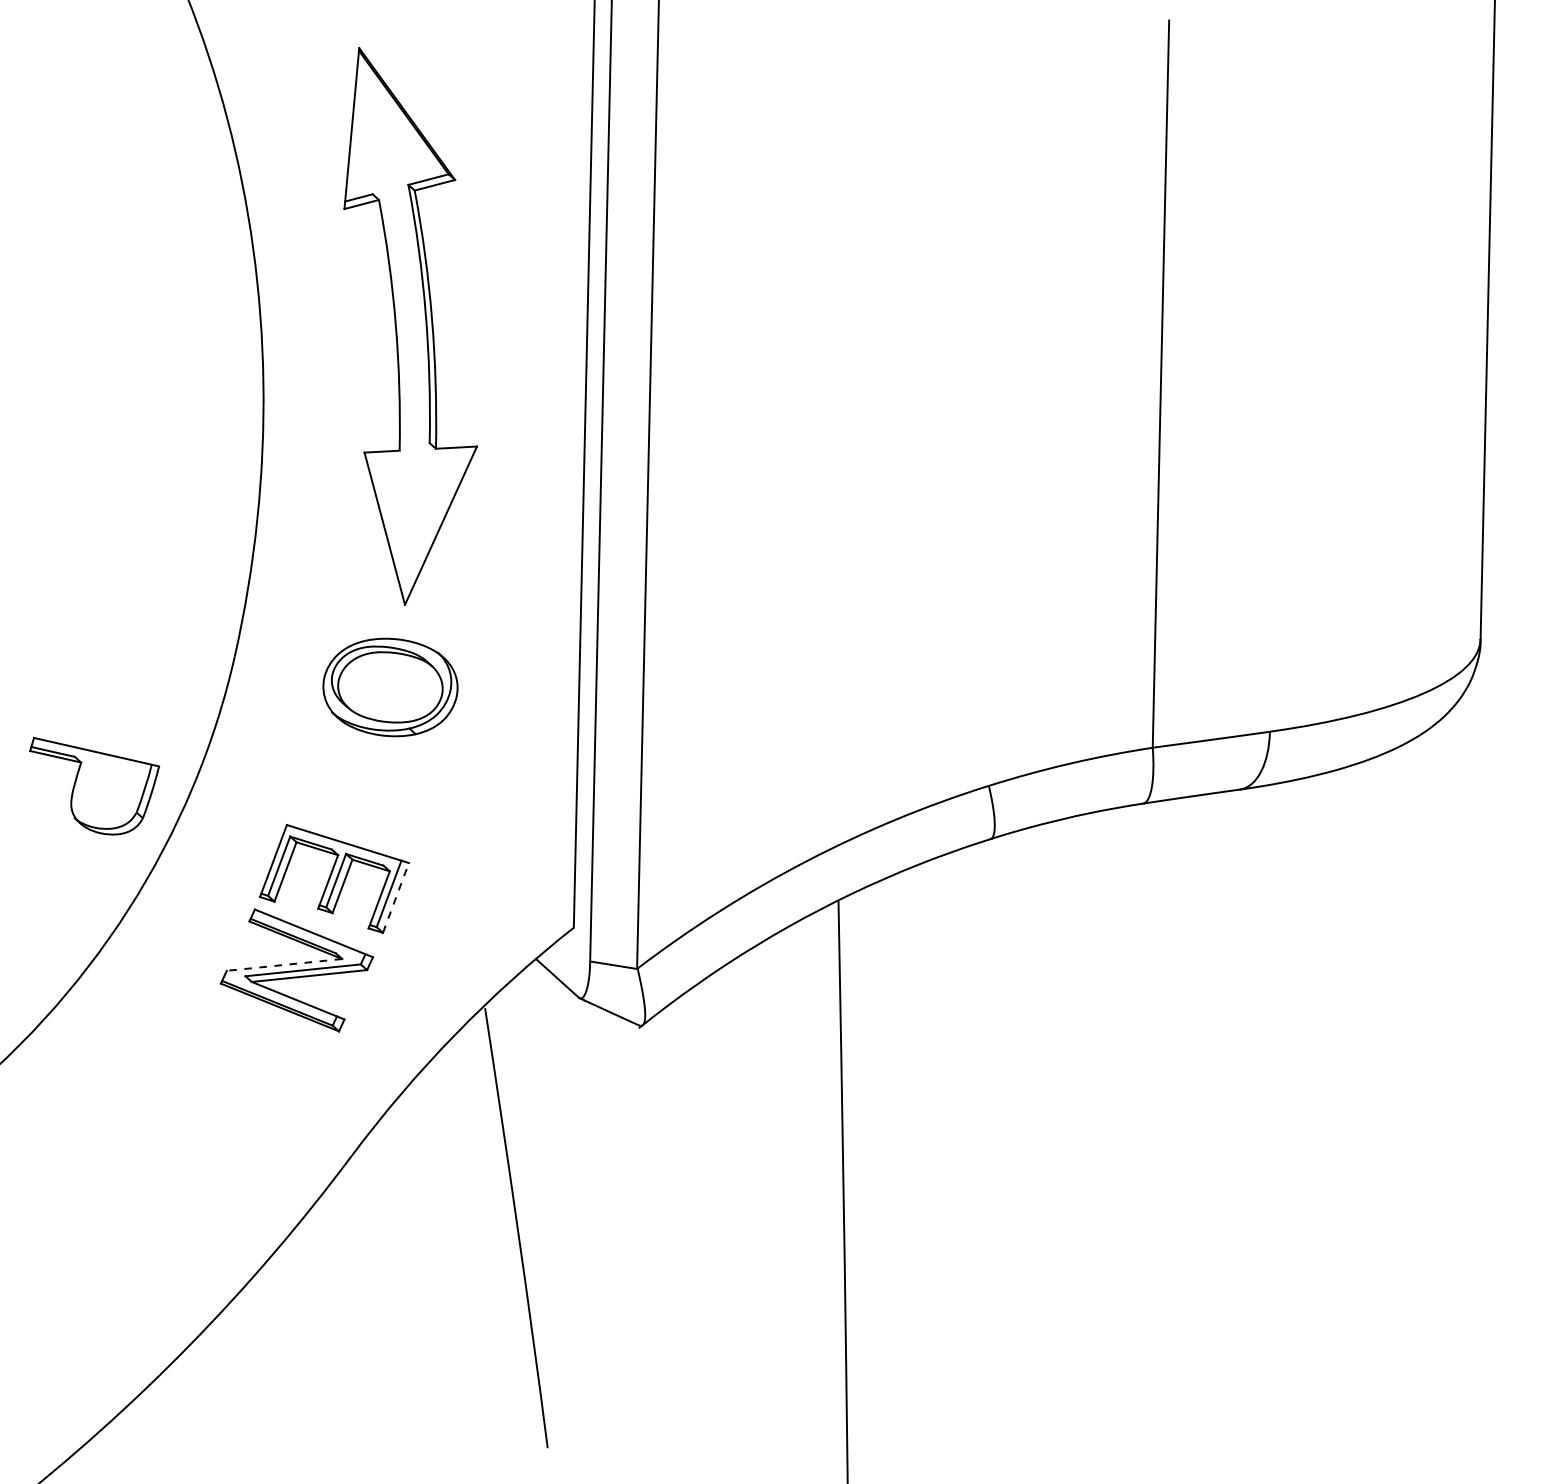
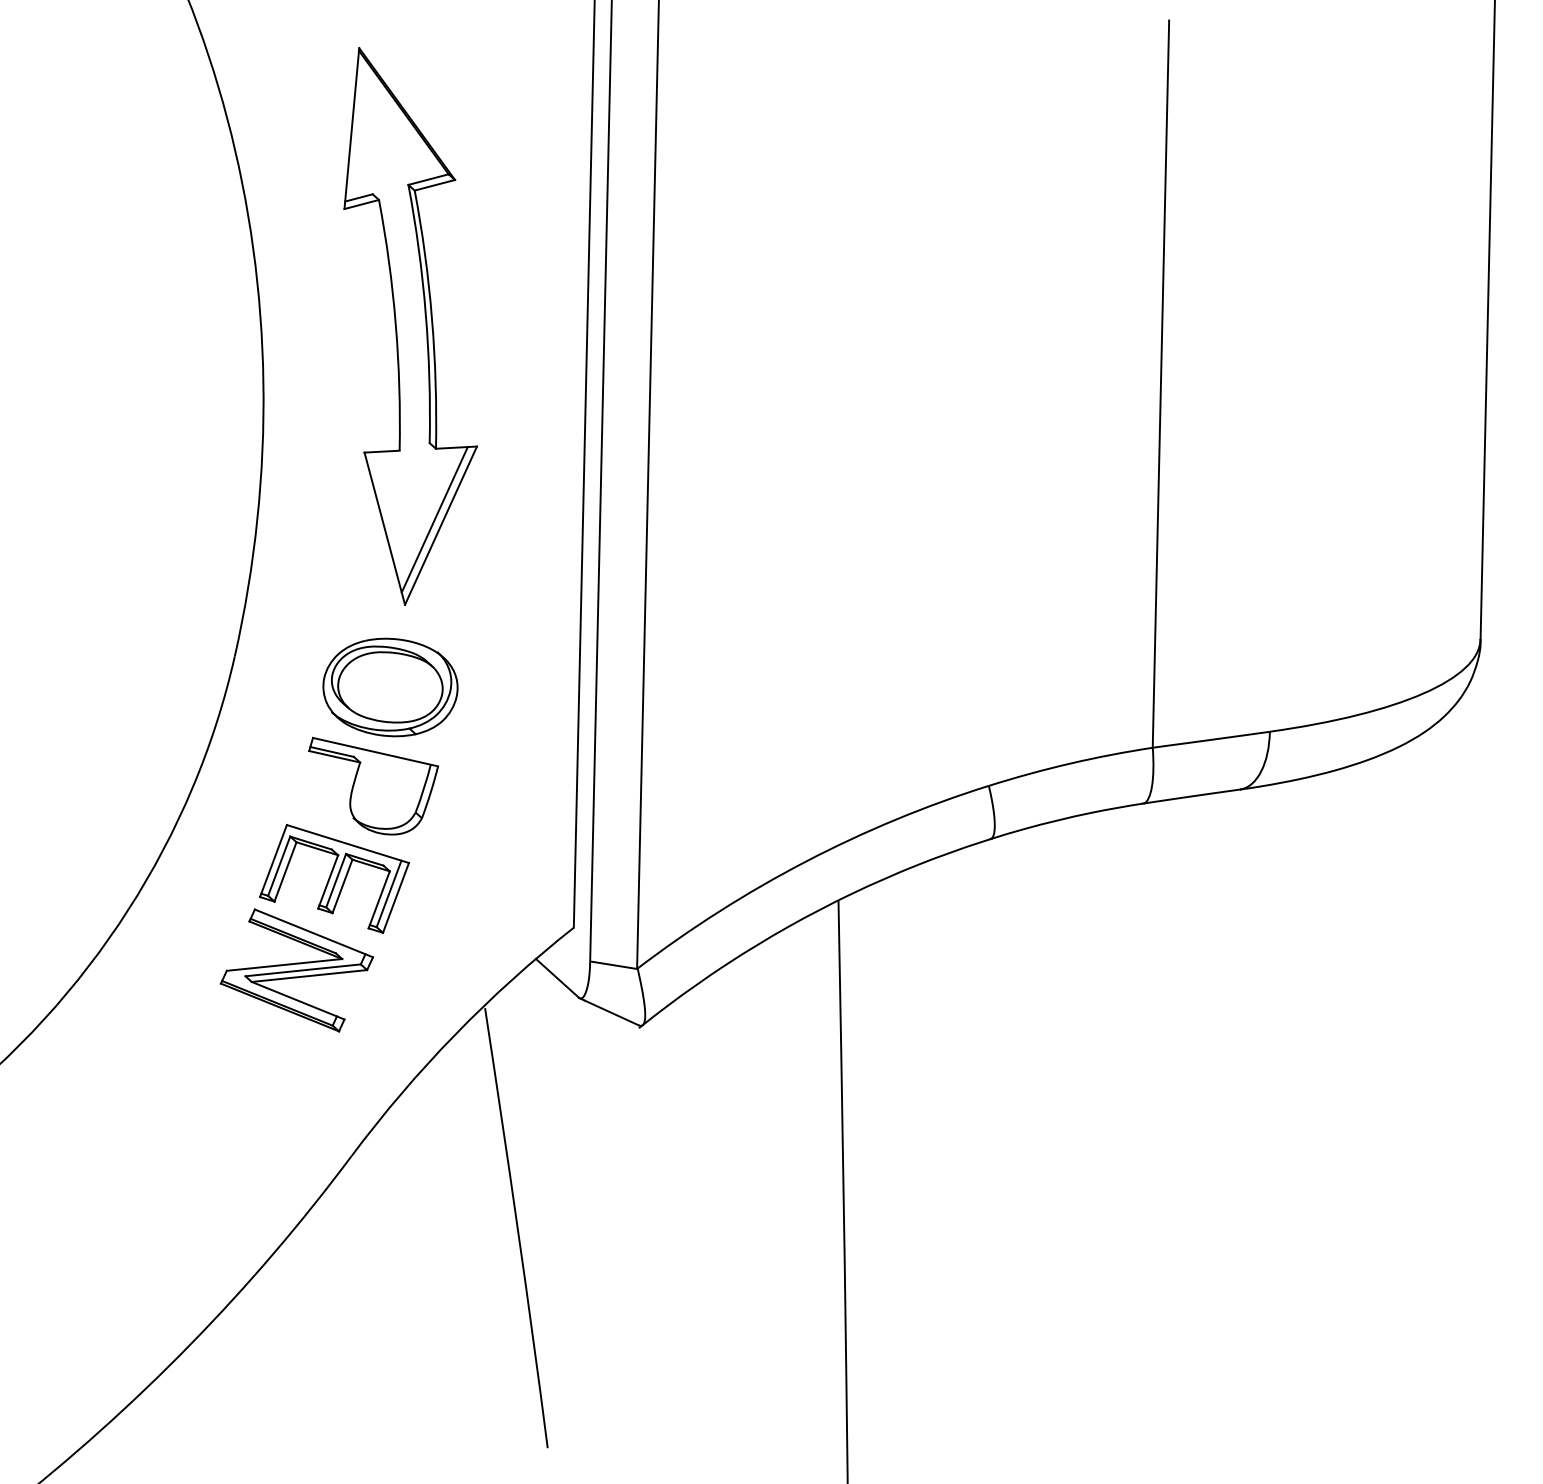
line at (434, 519): none -> present
part at (94, 785) position: (94, 785) -> (373, 785)
line at (396, 897): dashed -> solid
line at (284, 964): dashed -> solid
